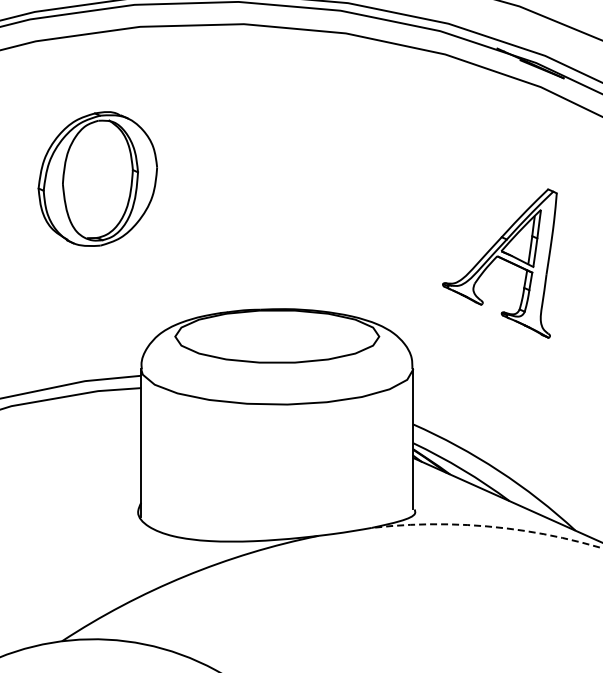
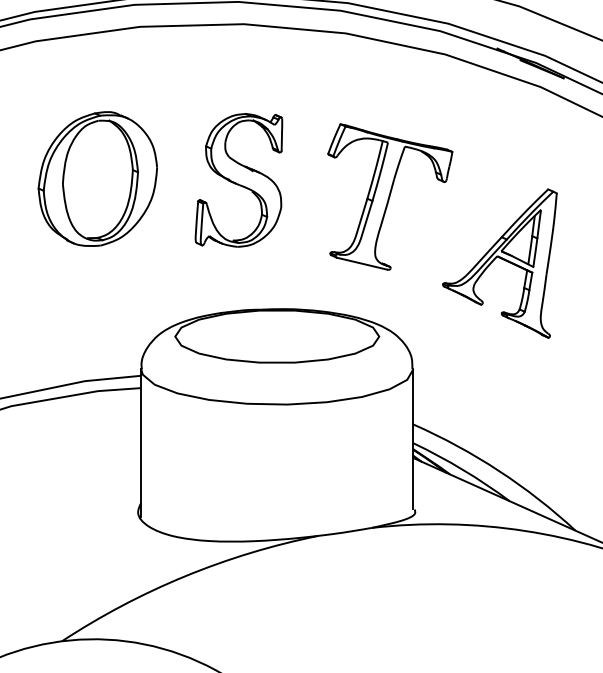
part at (238, 180): none -> present
part at (390, 196): none -> present
arc at (487, 526): dashed -> solid
